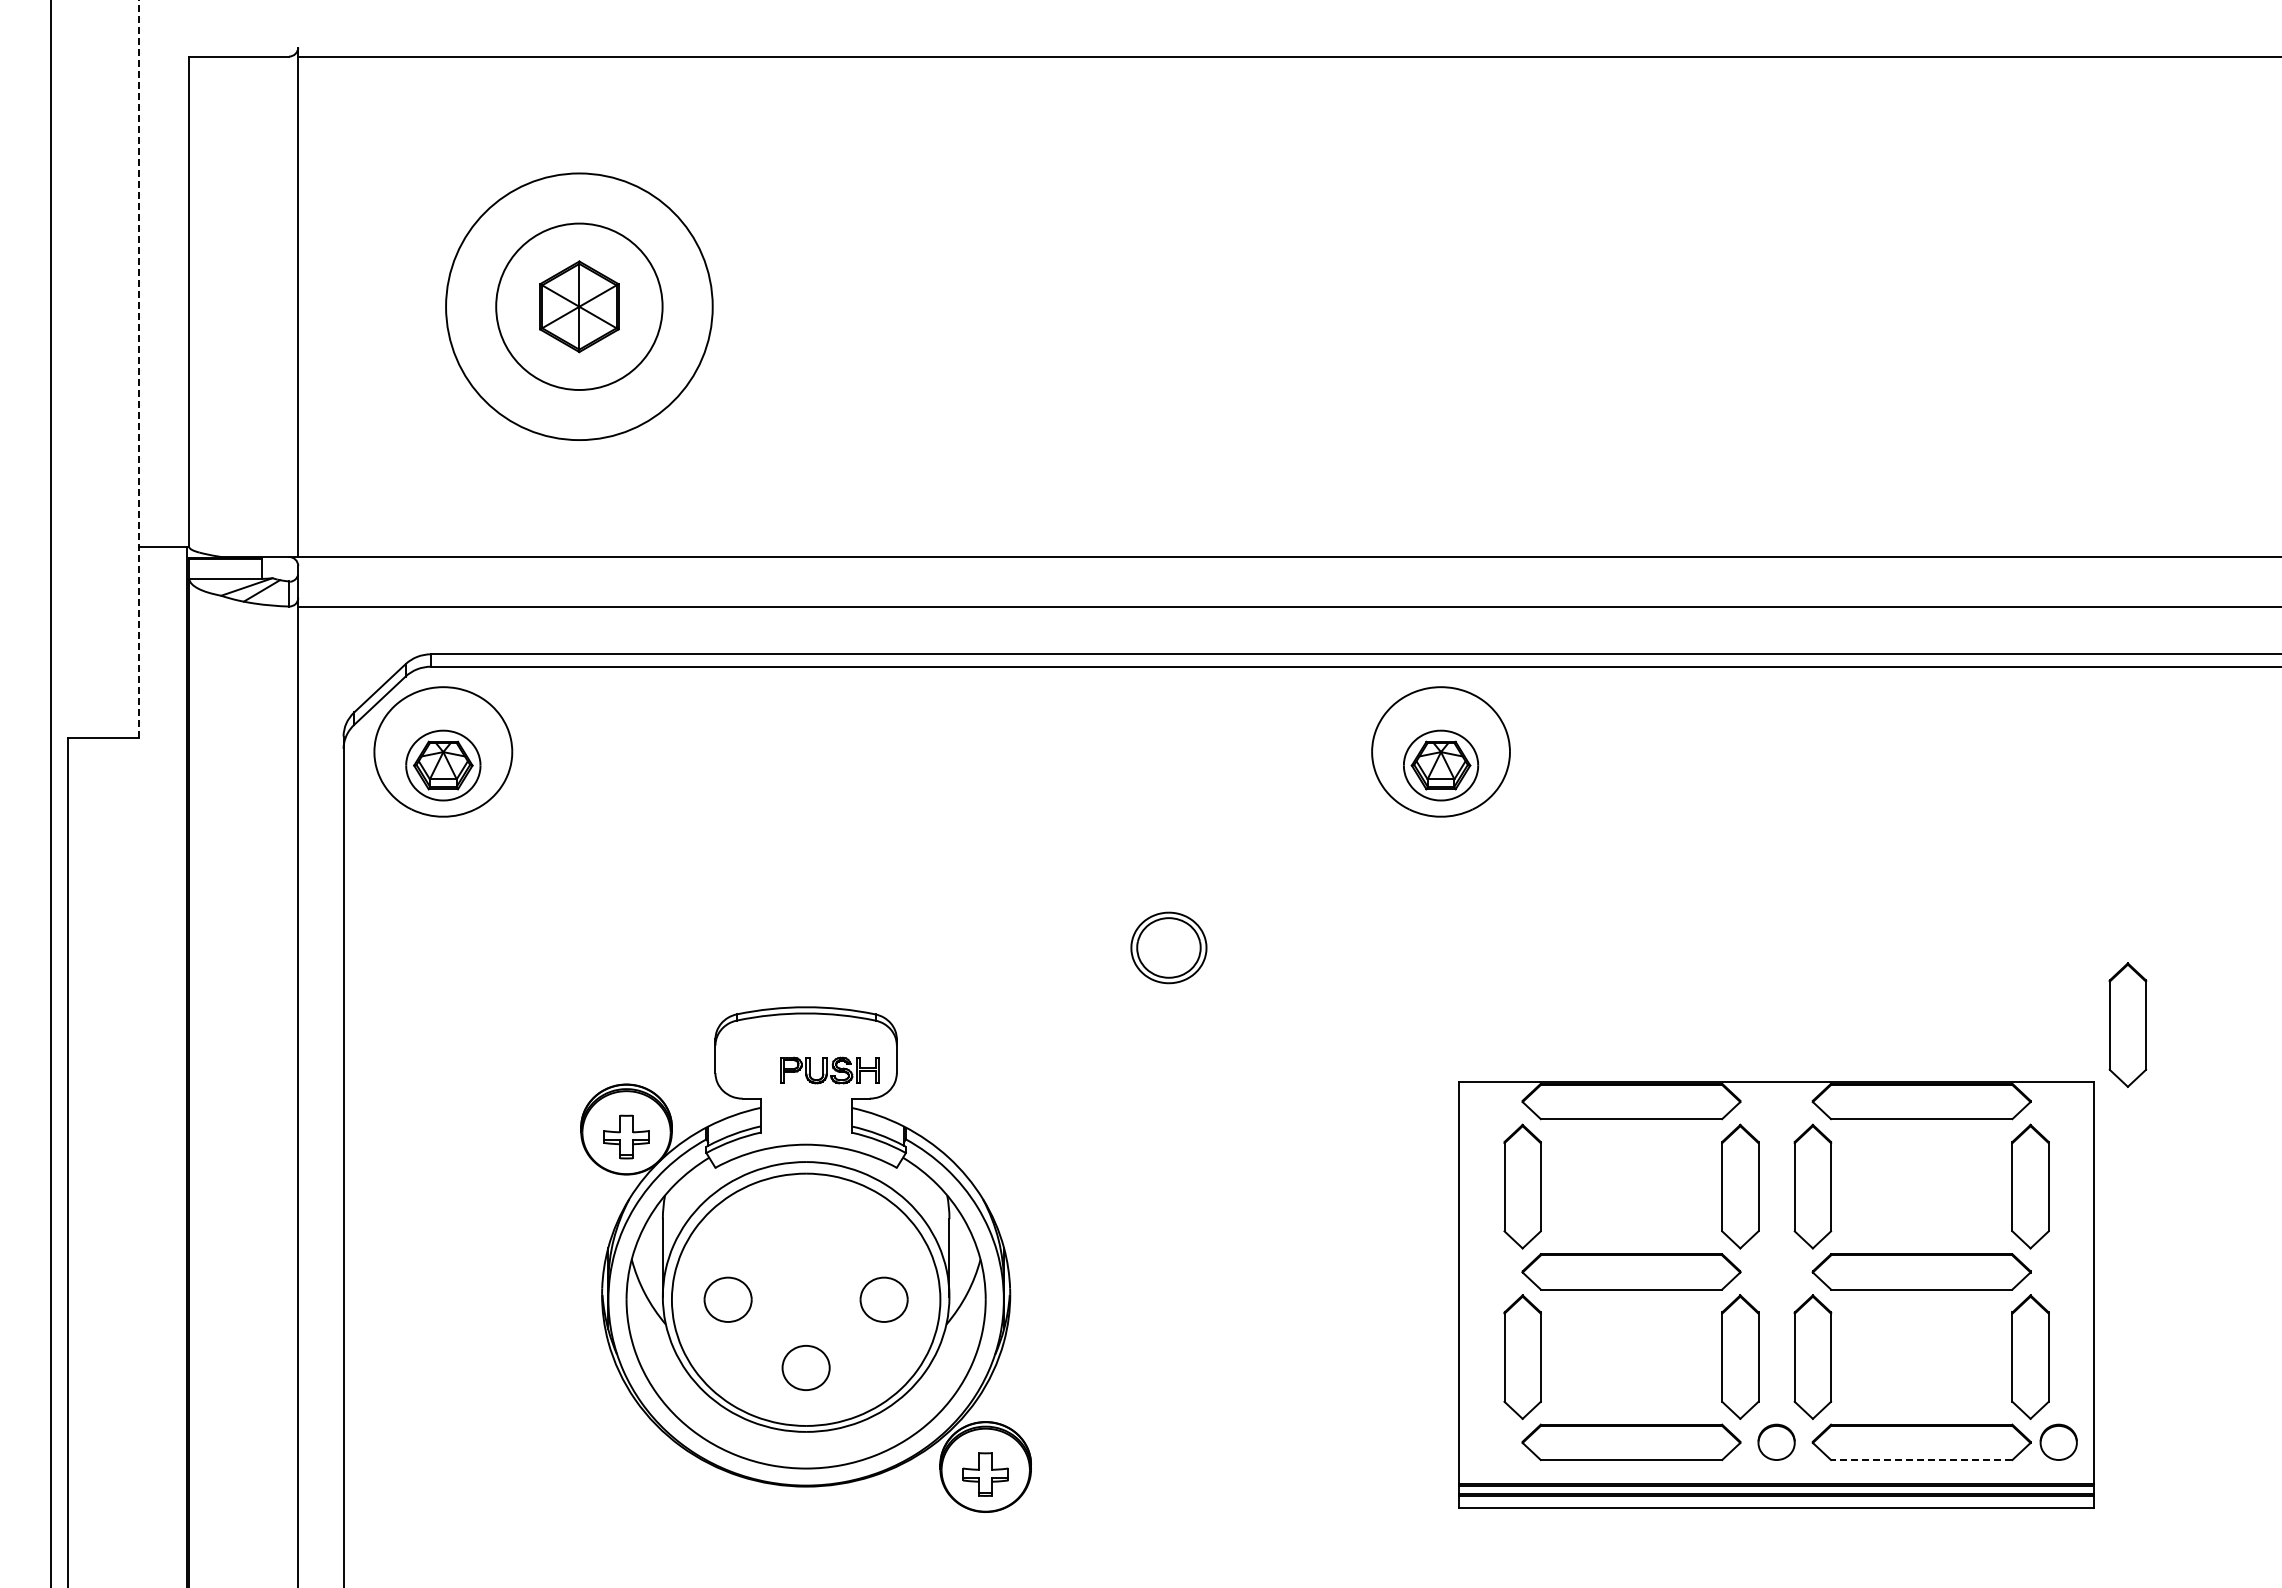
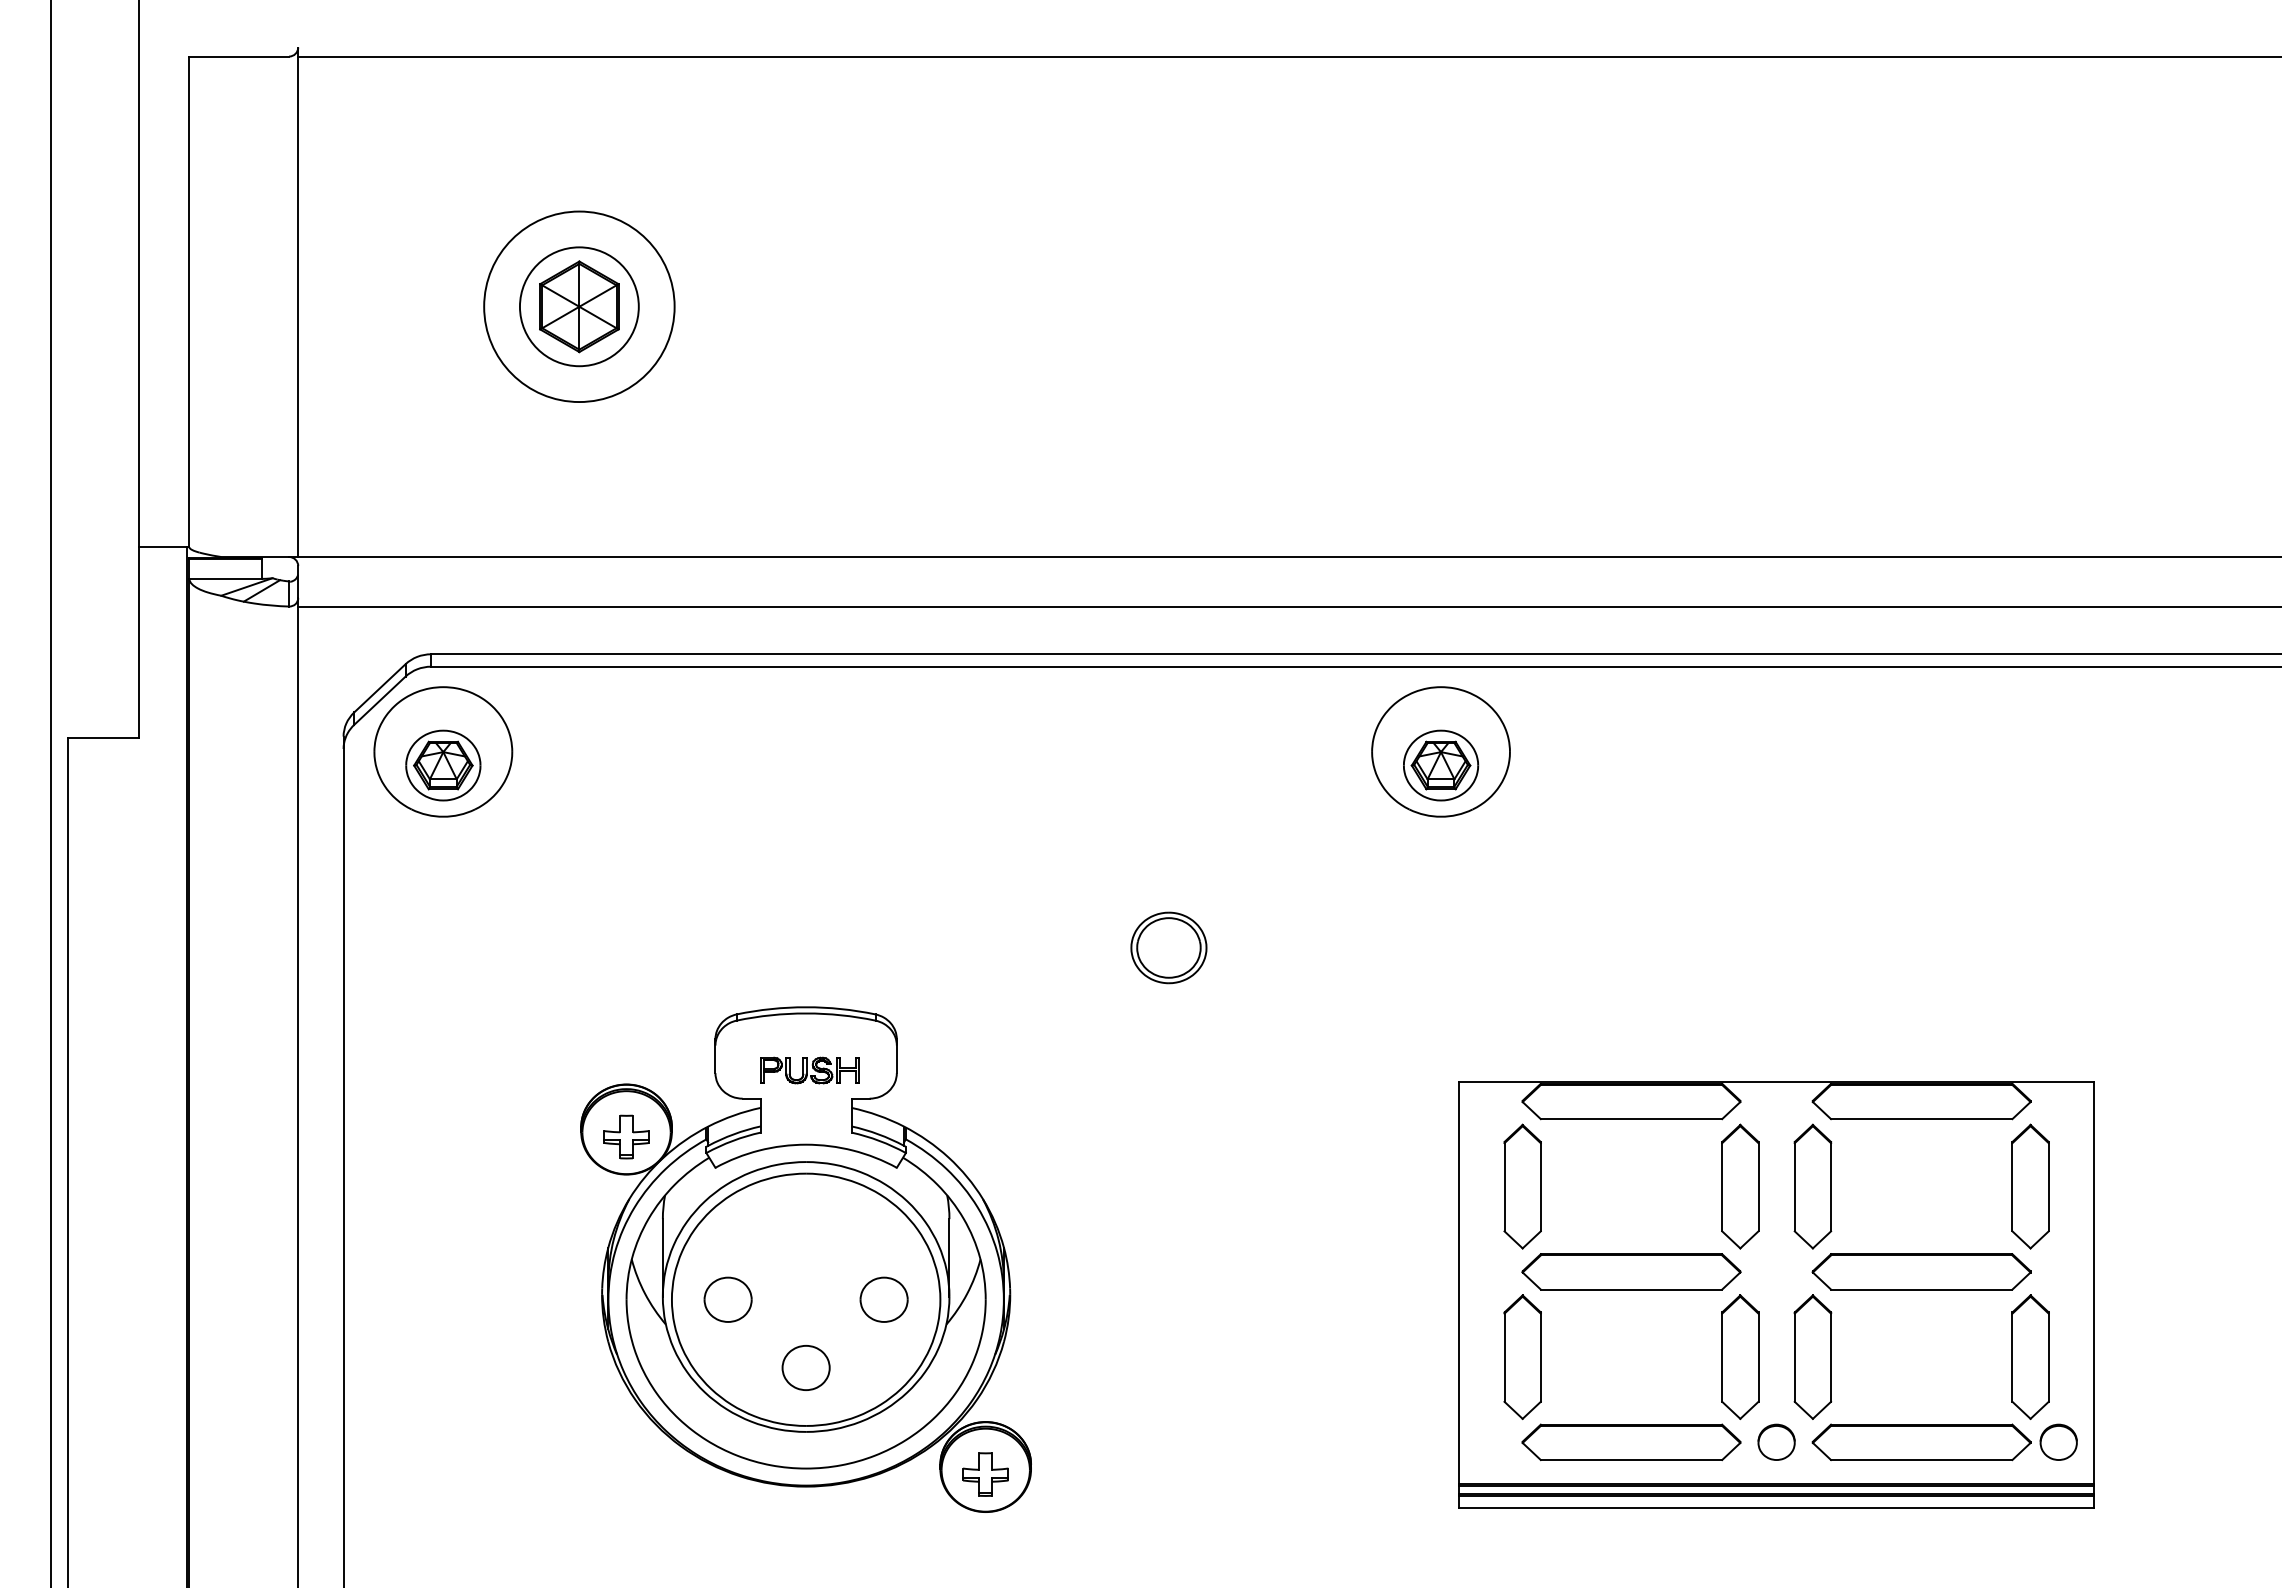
circle at (579, 306) diameter: 166 px -> 119 px
circle at (579, 306) diameter: 267 px -> 190 px
line at (139, 369): dashed -> solid
part at (2127, 1024): present -> none
part at (829, 1070) position: (829, 1070) -> (809, 1070)
line at (1921, 1460): dashed -> solid
